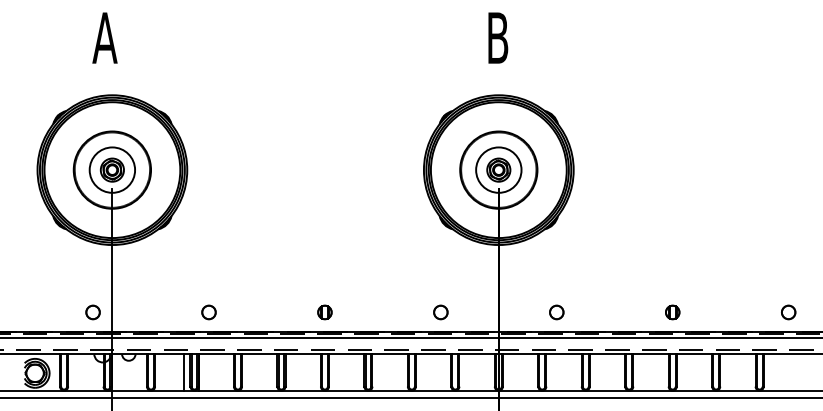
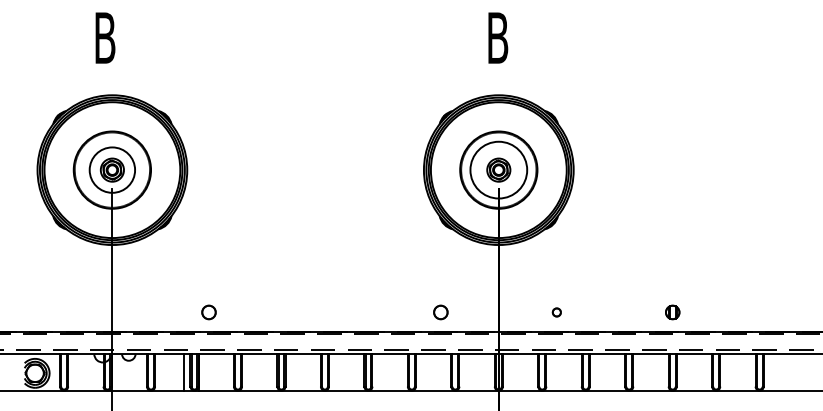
text at (104, 37): A -> B
circle at (498, 169) diameter: 45 px -> 57 px
part at (92, 312): present -> none
part at (324, 312): present -> none
part at (556, 312) size: 16x17 px -> 11x11 px
part at (788, 312): present -> none
line at (410, 337): present -> none
line at (410, 398): present -> none
